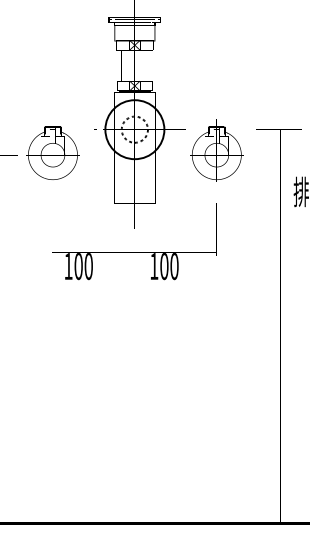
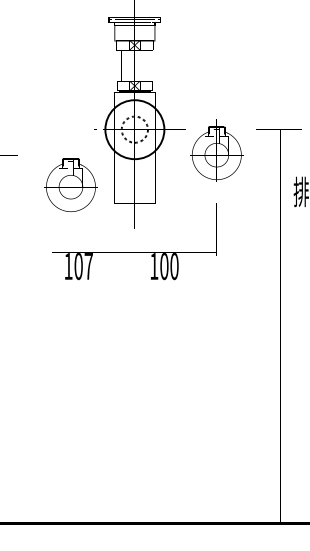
part at (52, 152) position: (52, 152) -> (70, 184)
text at (88, 266): 100 -> 107
